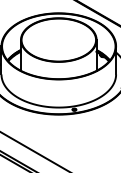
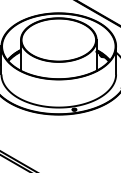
line at (33, 151): present -> none
